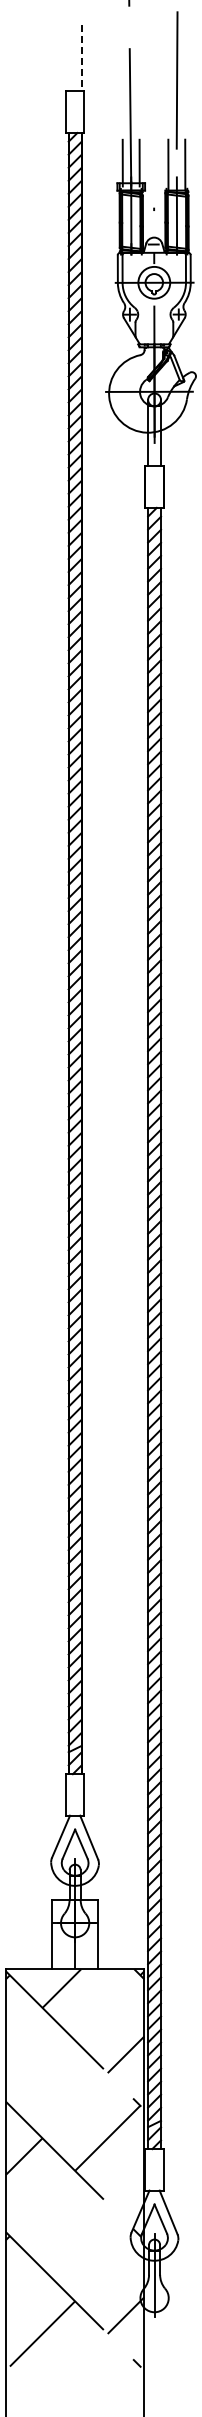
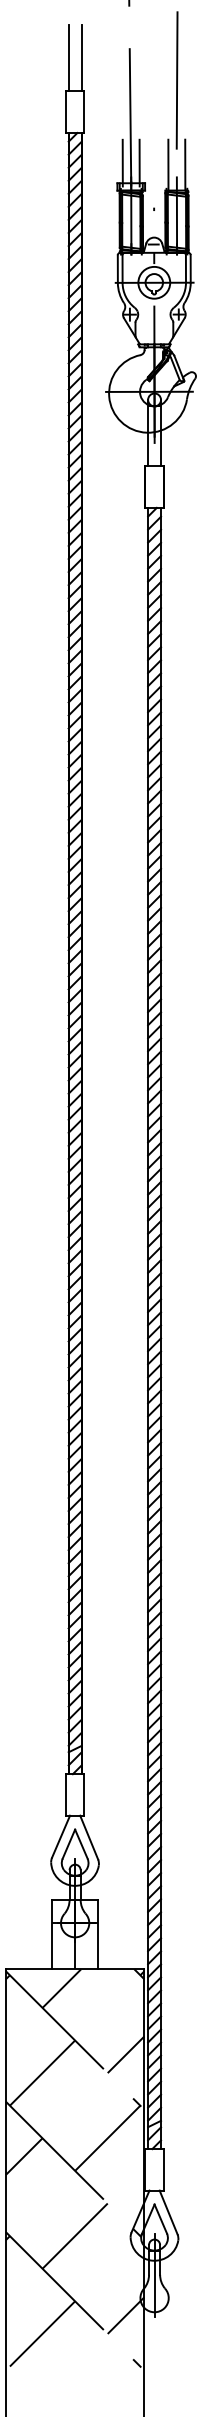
line at (68, 58): none -> present
line at (81, 58): dashed -> solid
line at (42, 2072): none -> present
line at (74, 2235): none -> present
